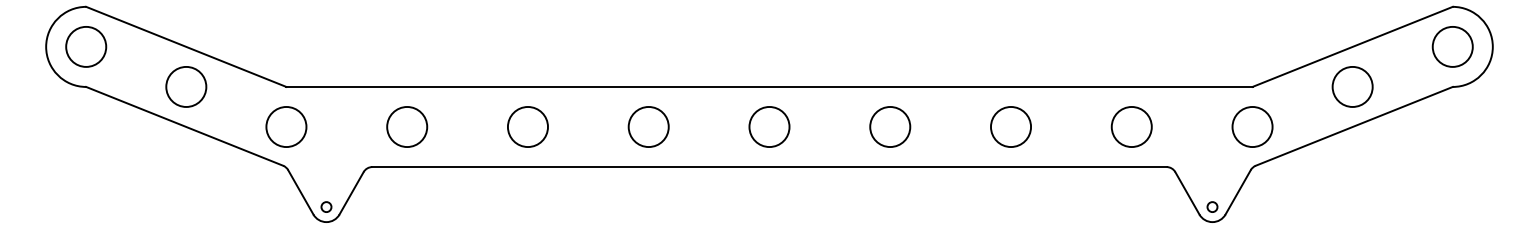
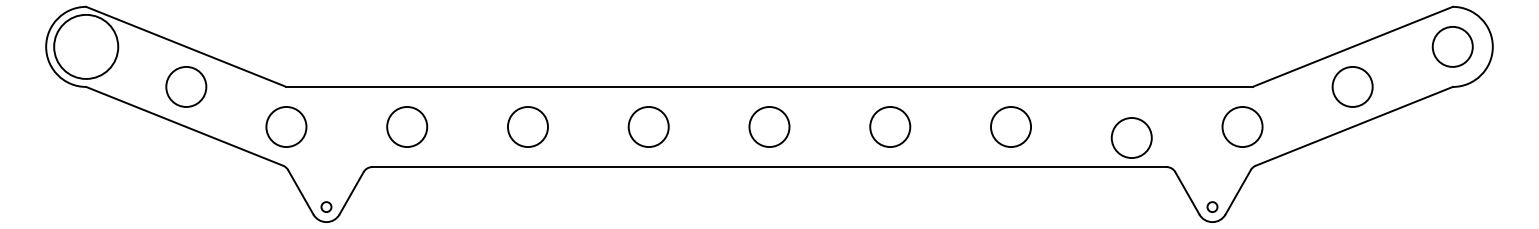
circle at (86, 46) diameter: 40 px -> 64 px
circle at (1131, 126) position: (1131, 126) -> (1131, 137)
circle at (1252, 126) position: (1252, 126) -> (1242, 126)
